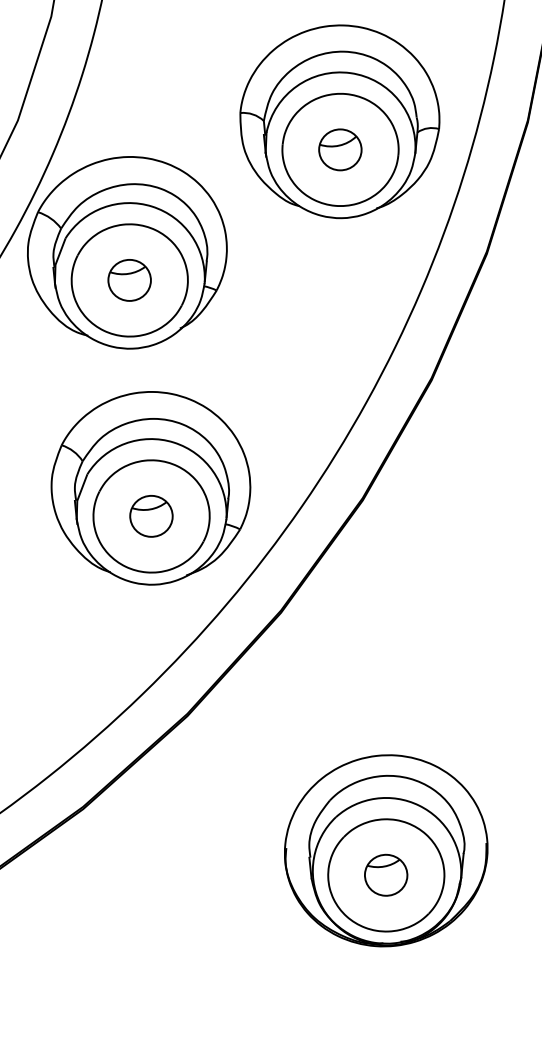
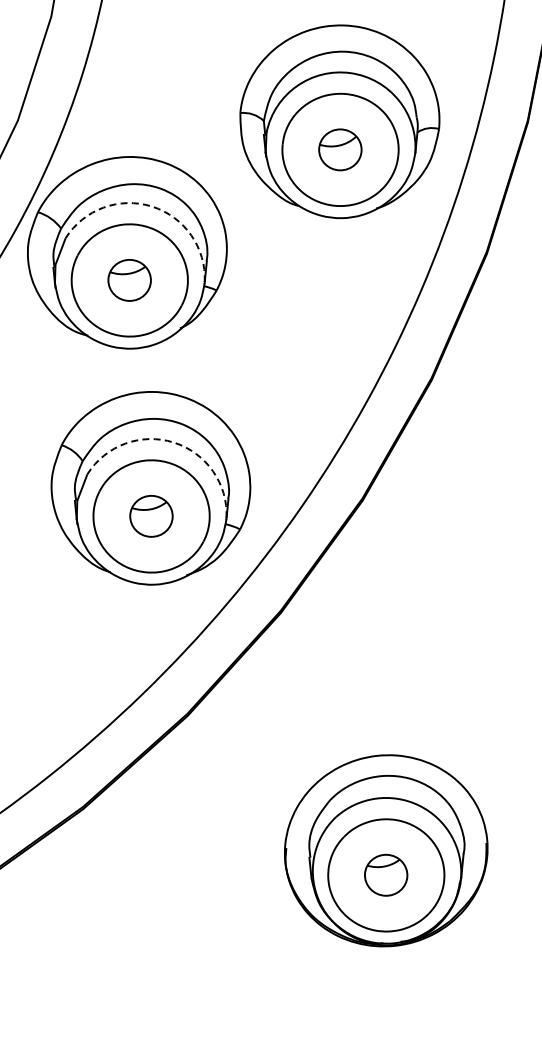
arc at (152, 206): solid -> dashed
arc at (173, 442): solid -> dashed
